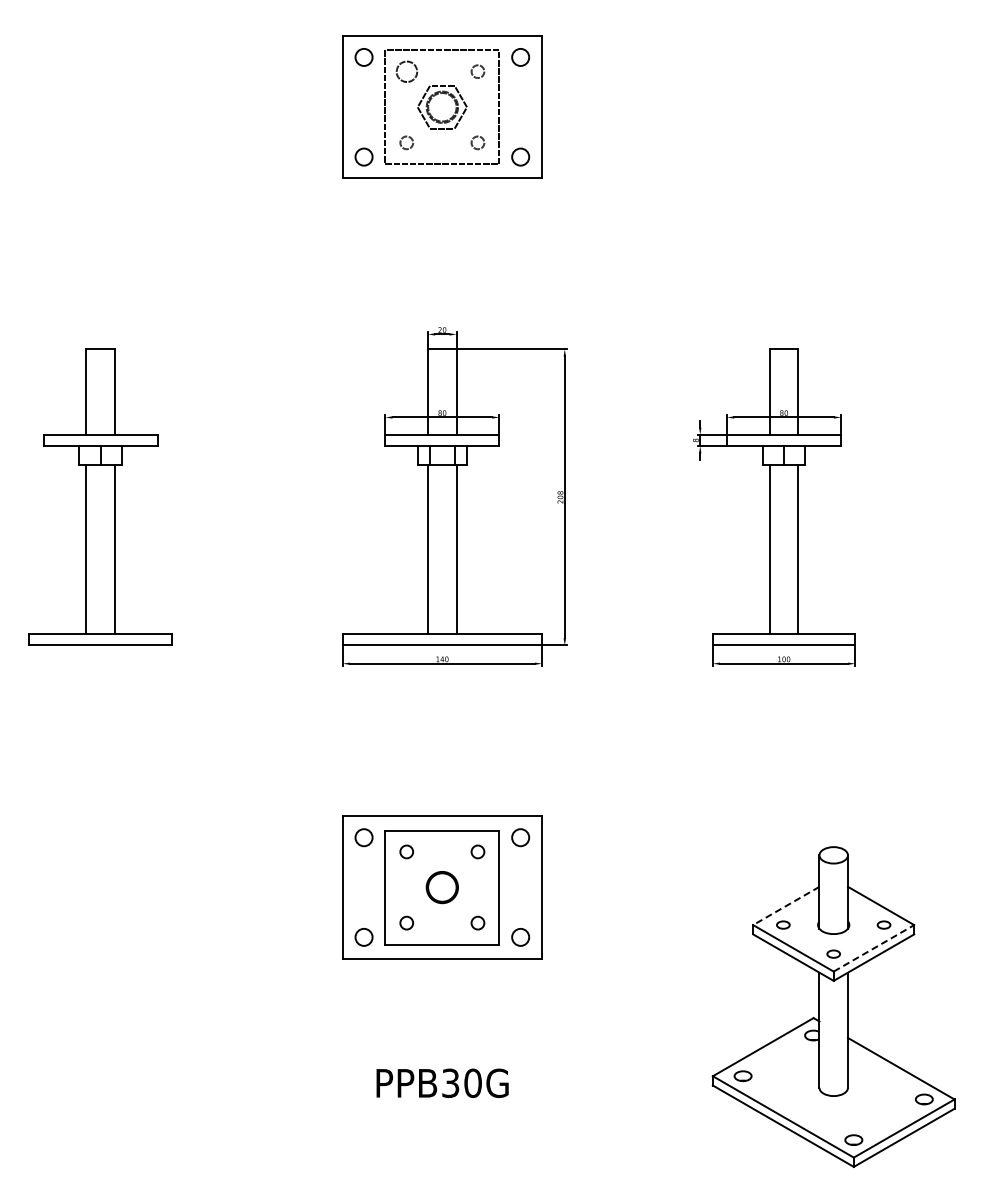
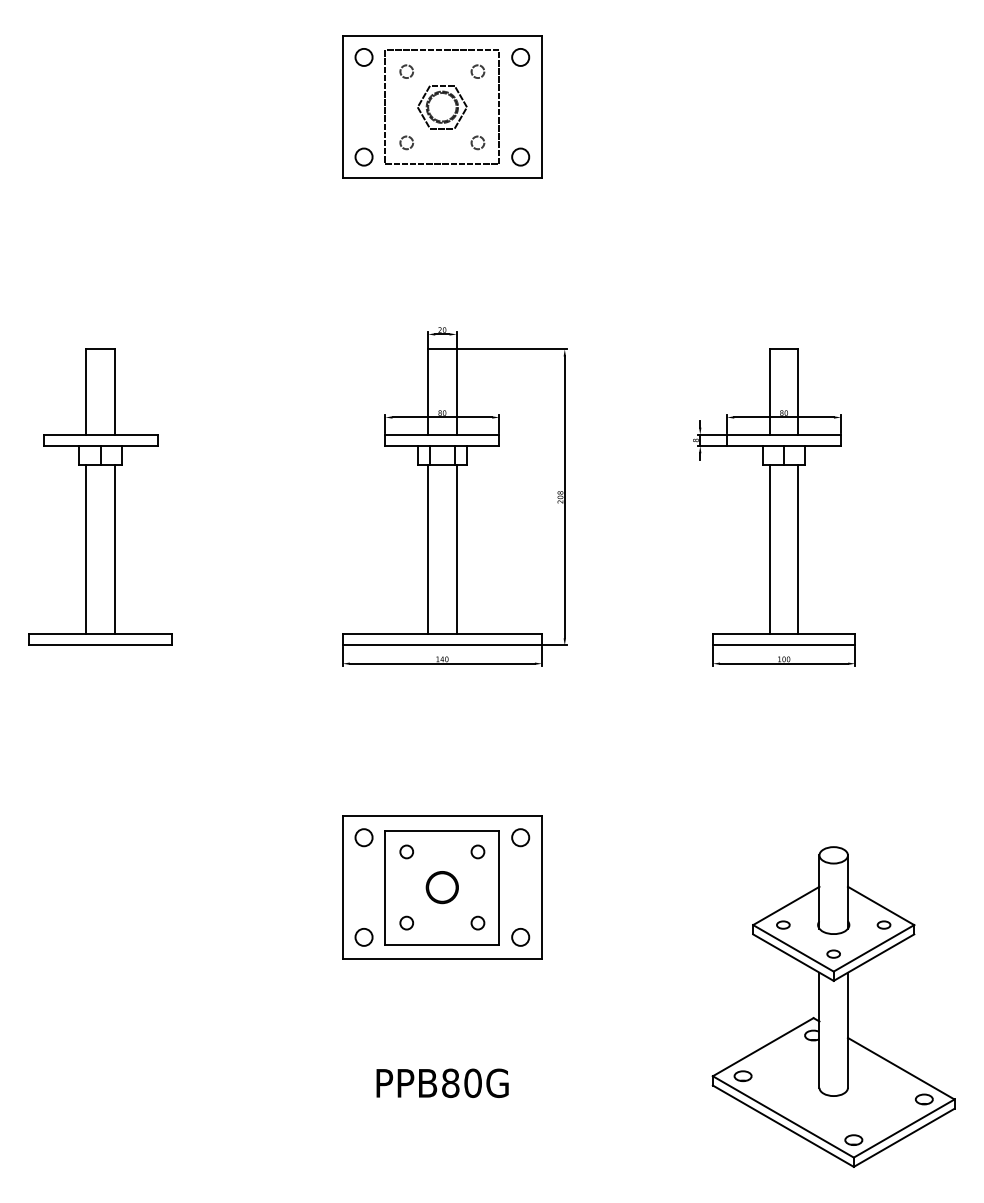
circle at (406, 71) size: 23x23 px -> 15x15 px
line at (785, 906): dashed -> solid
line at (873, 948): dashed -> solid
text at (450, 1082): PPB30G -> PPB80G
